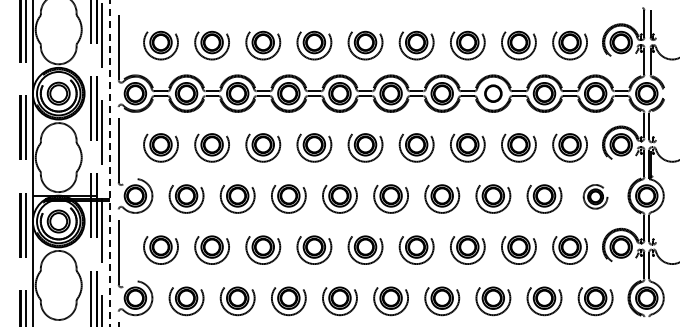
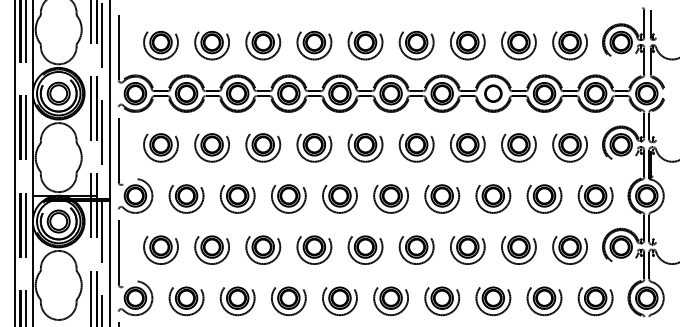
line at (15, 162): none -> present
line at (109, 163): dashed -> solid
part at (595, 196) size: 27x26 px -> 37x30 px
